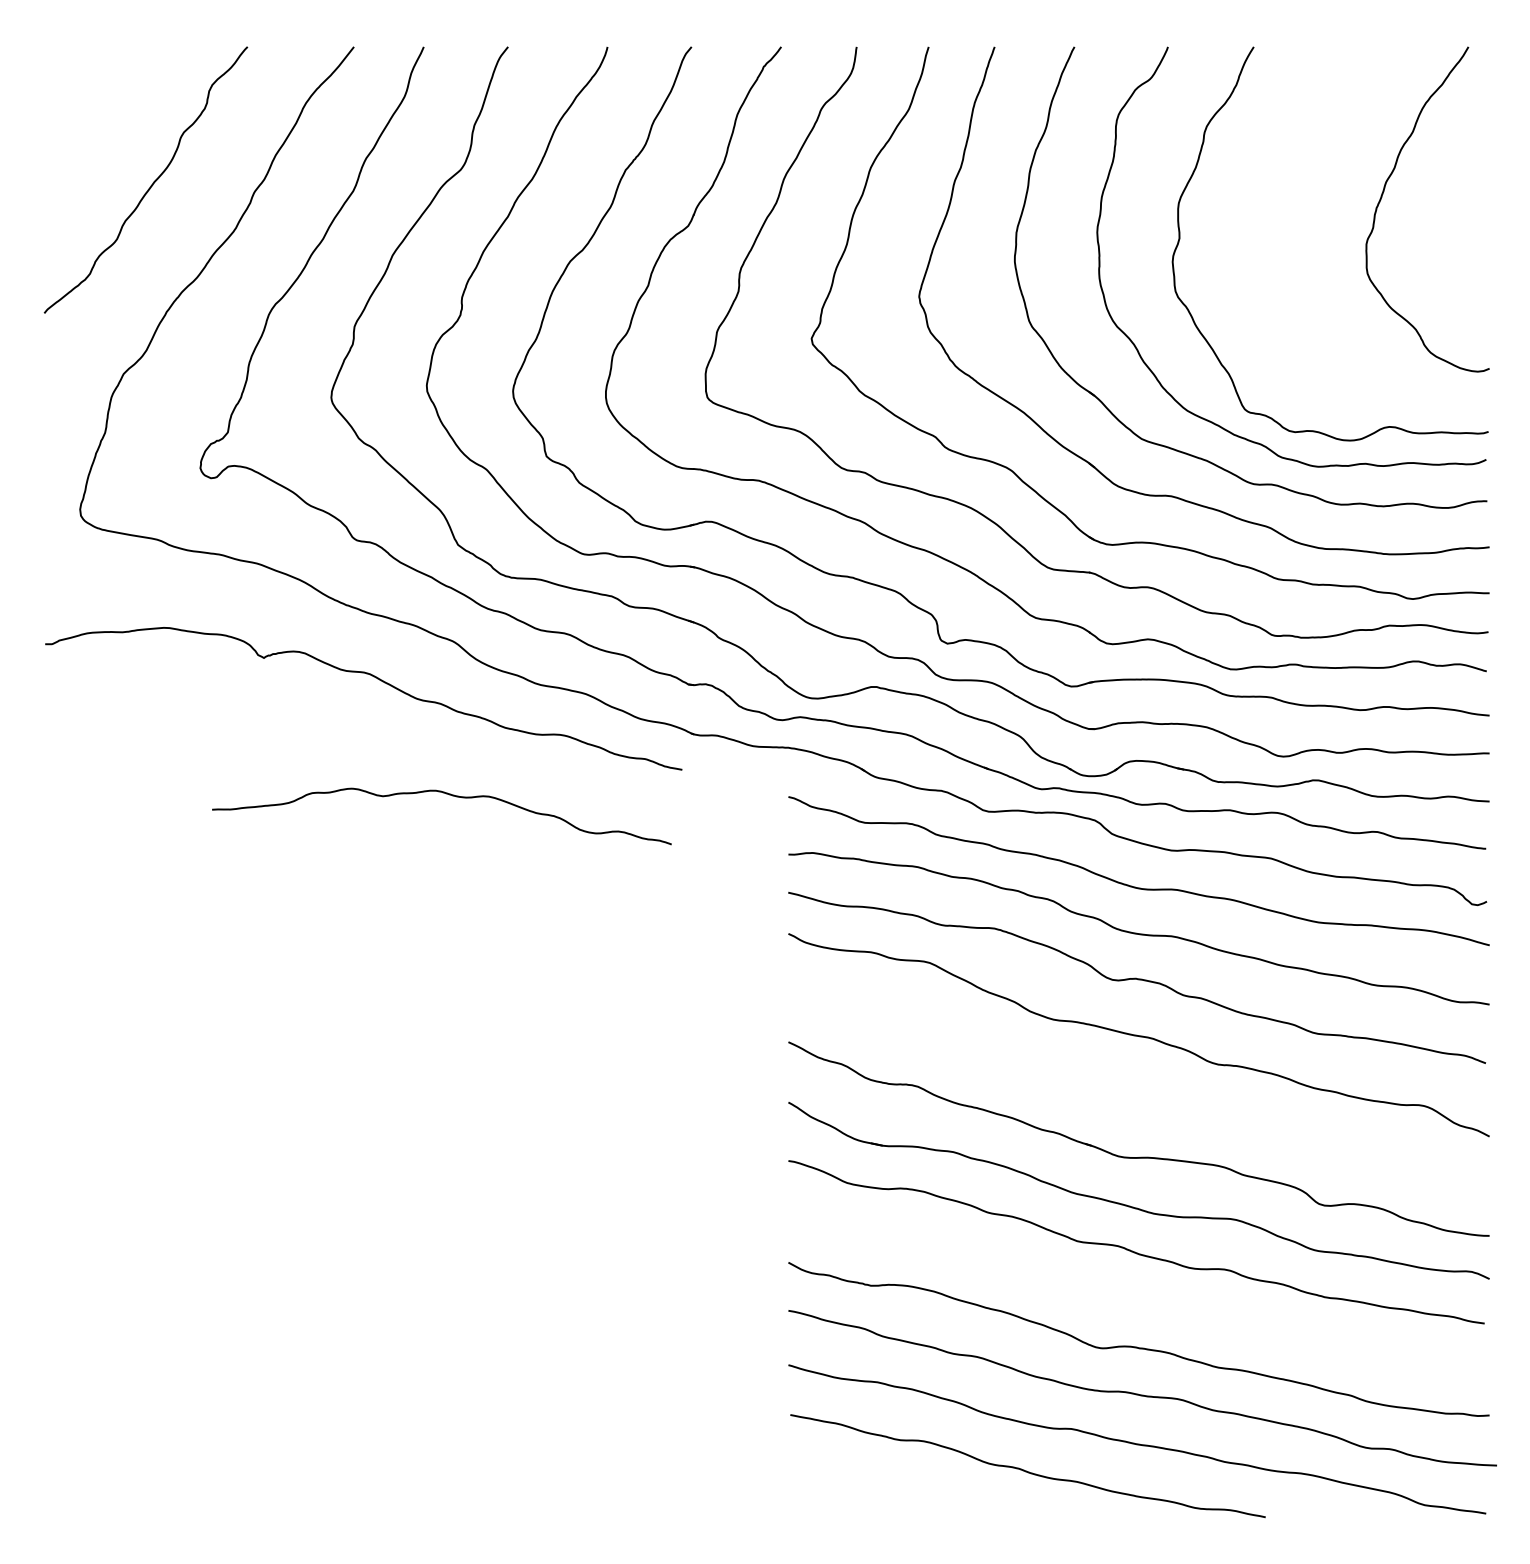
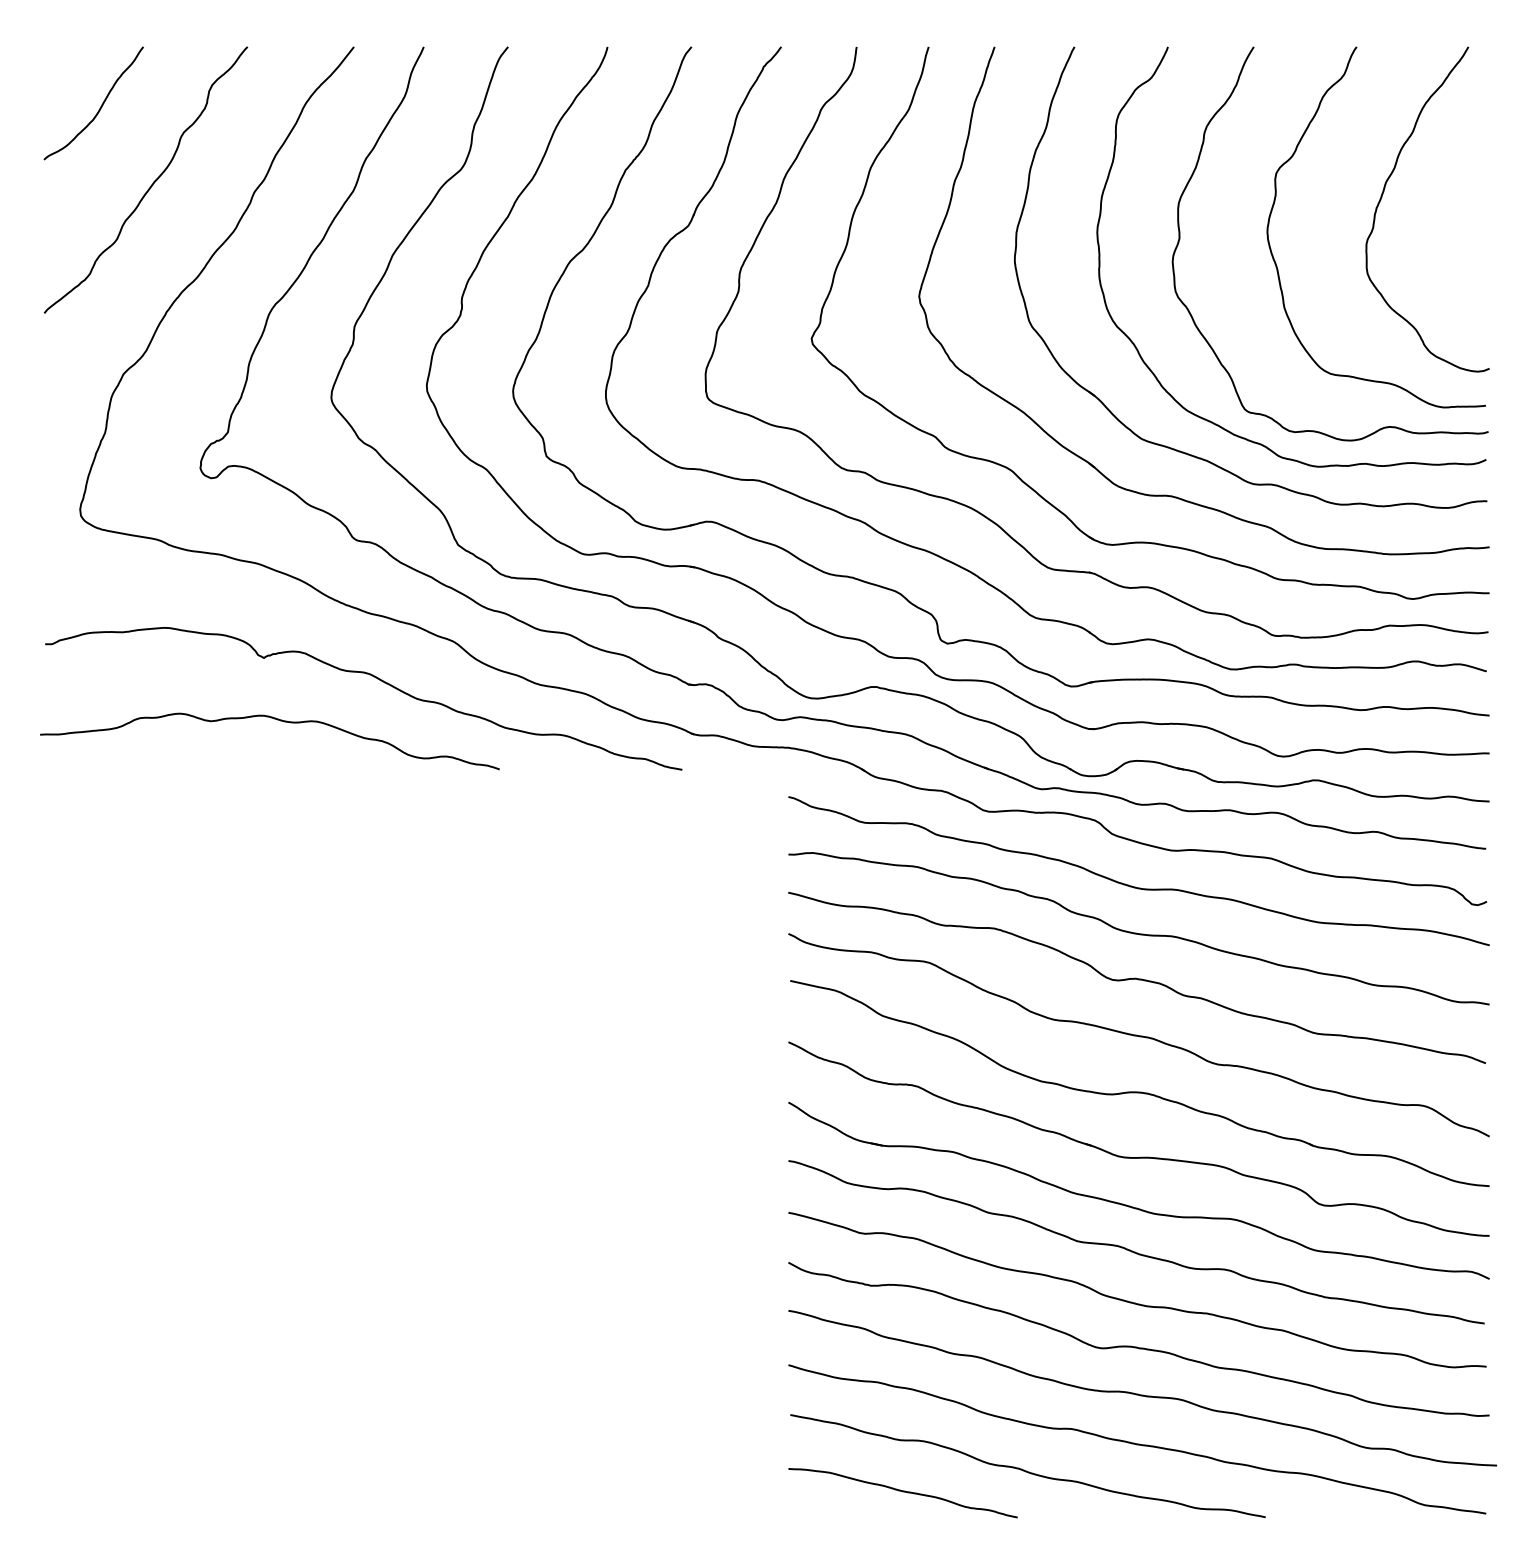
curve at (100, 106): none -> present
curve at (1275, 202): none -> present
curve at (449, 795) position: (449, 795) -> (277, 720)
part at (1139, 1091): none -> present
curve at (1135, 1302): none -> present
curve at (902, 1492): none -> present
